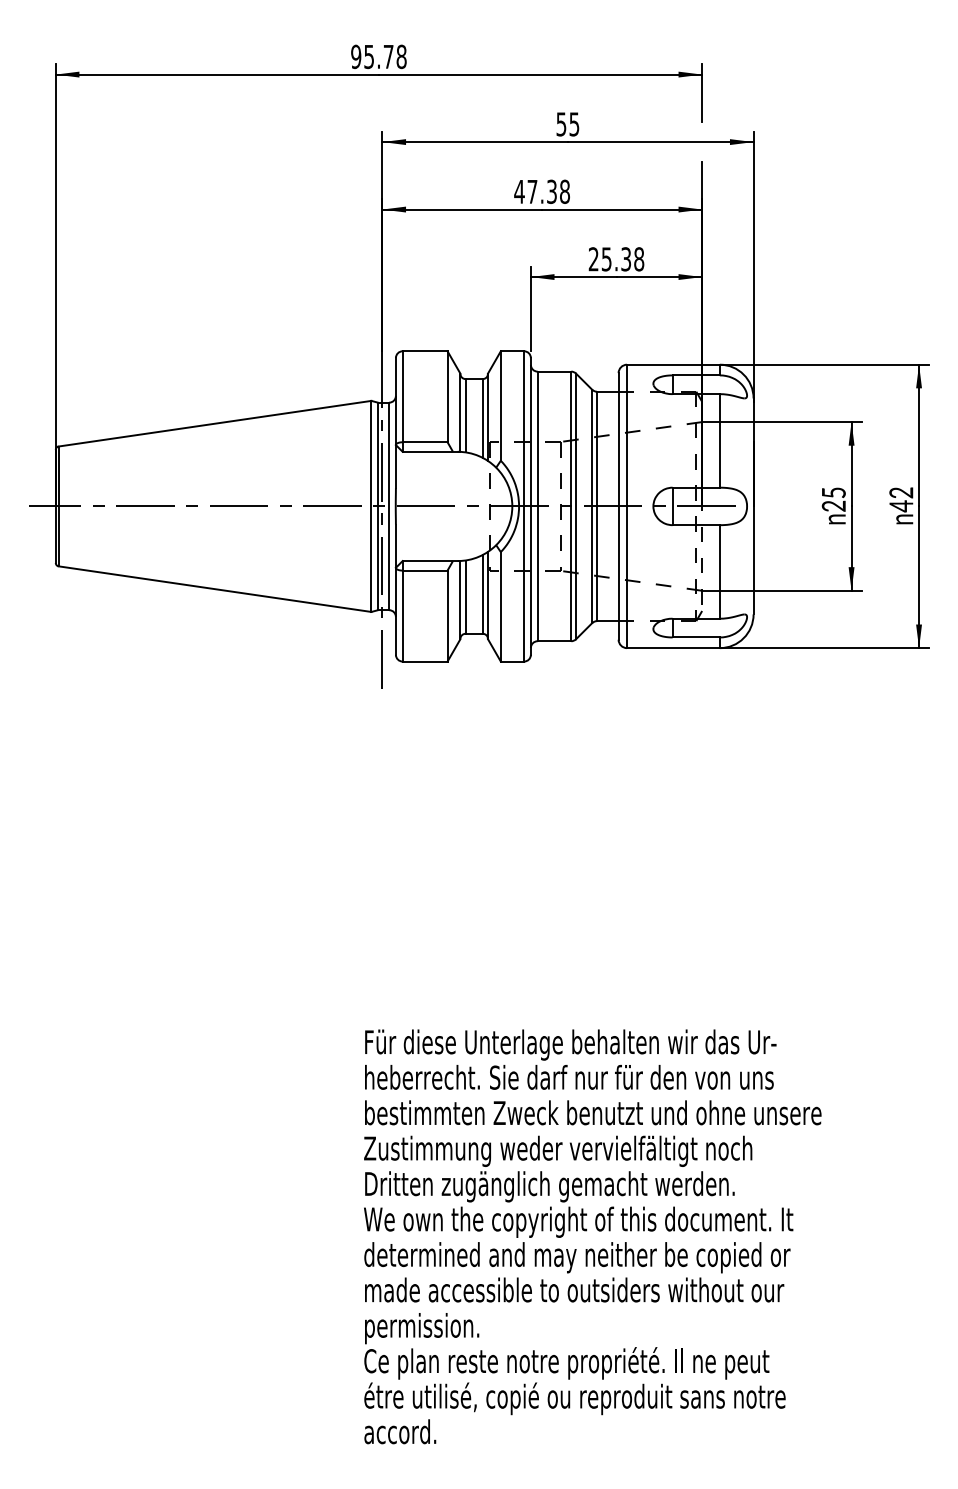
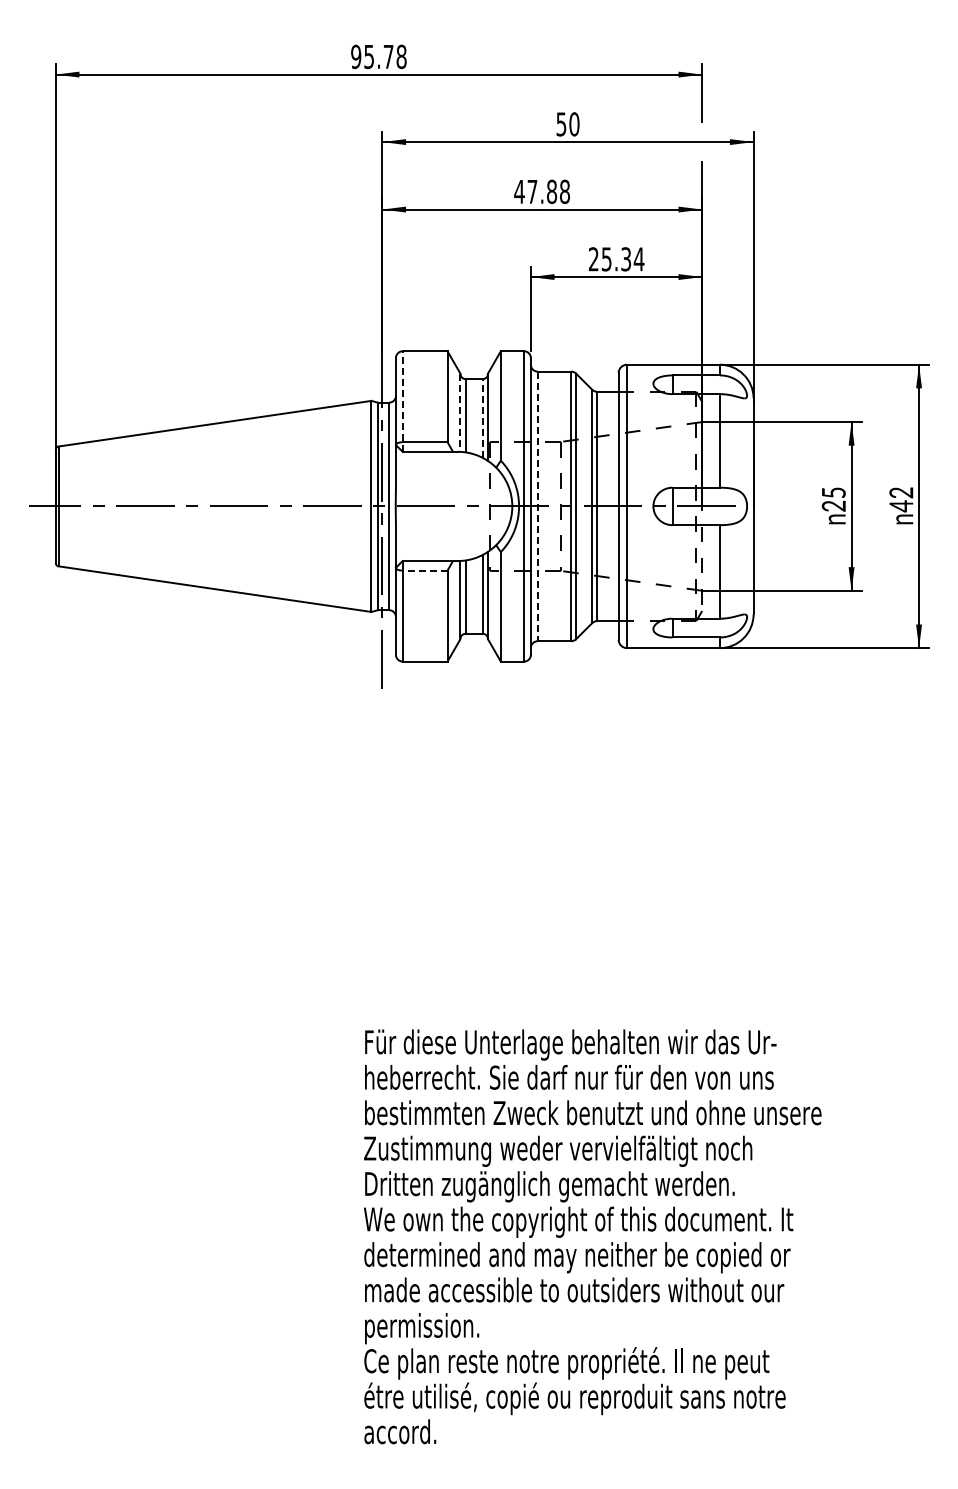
text at (574, 124): 55 -> 50
text at (552, 191): 47.38 -> 47.88
text at (638, 259): 25.38 -> 25.34
line at (402, 401): solid -> dashed
line at (460, 413): solid -> dashed
line at (482, 418): solid -> dashed
line at (537, 506): solid -> dashed
line at (424, 570): solid -> dashed
